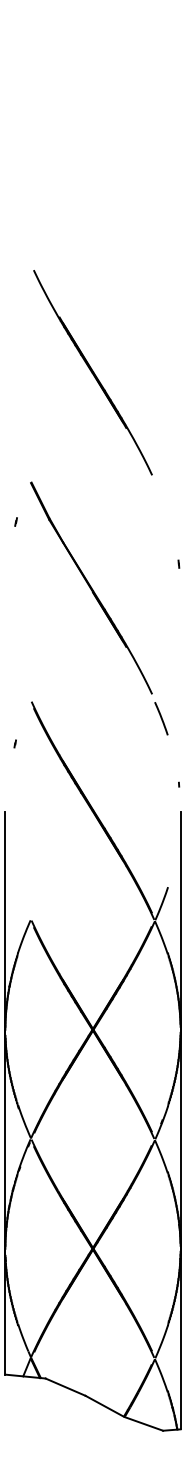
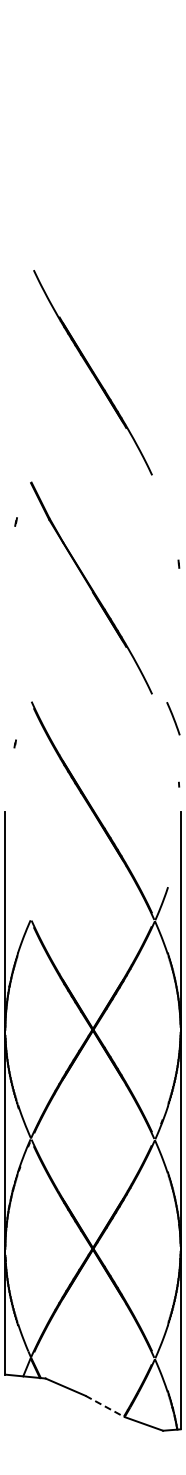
line at (161, 718) position: (161, 718) -> (173, 718)
line at (104, 1406): solid -> dashed
